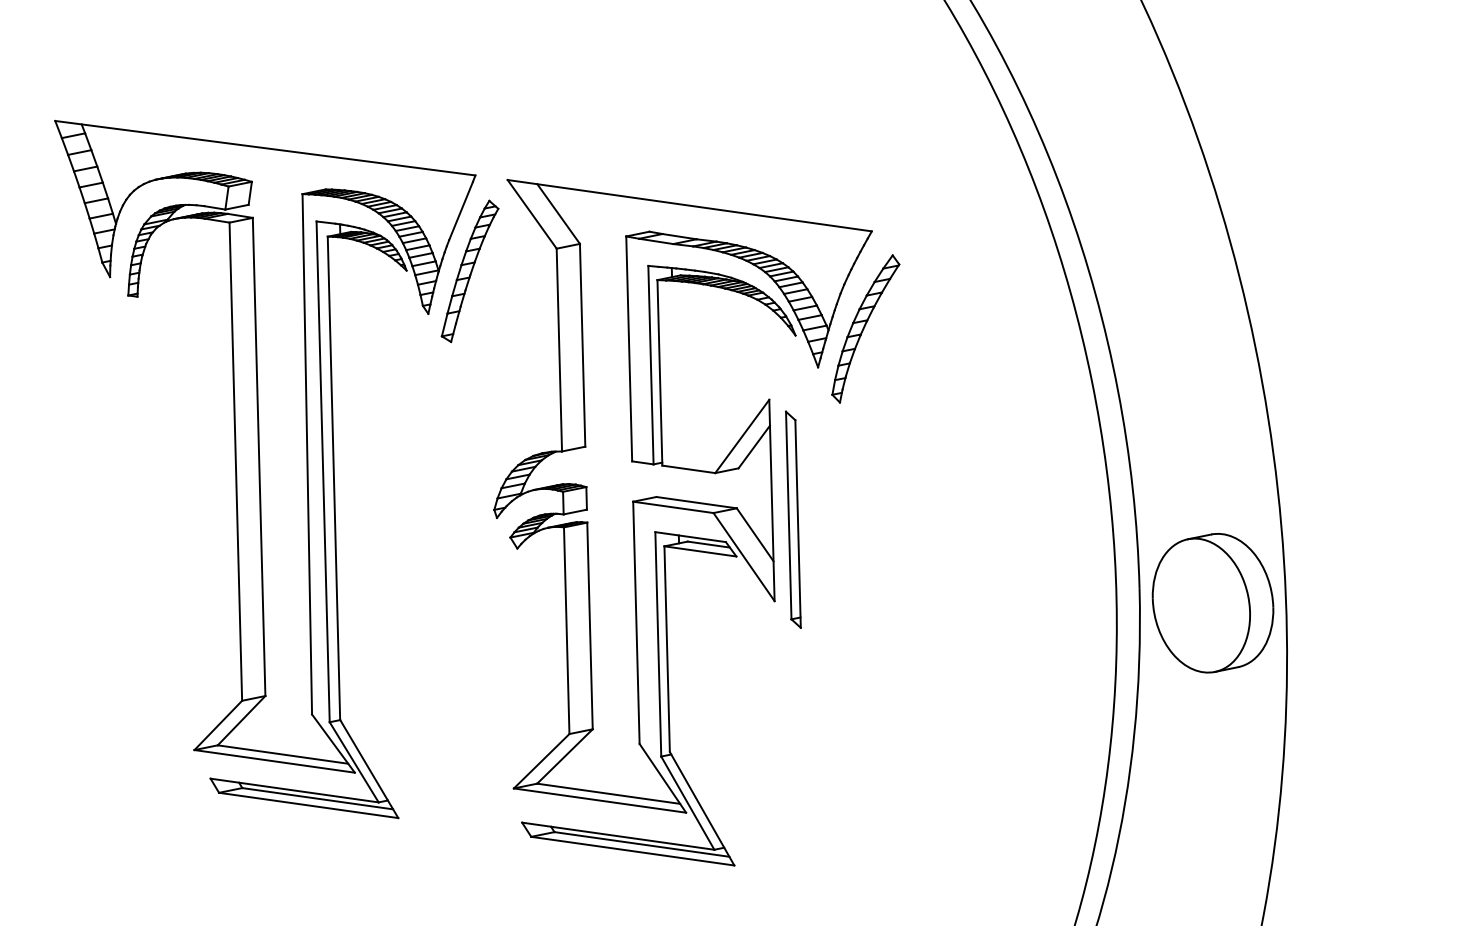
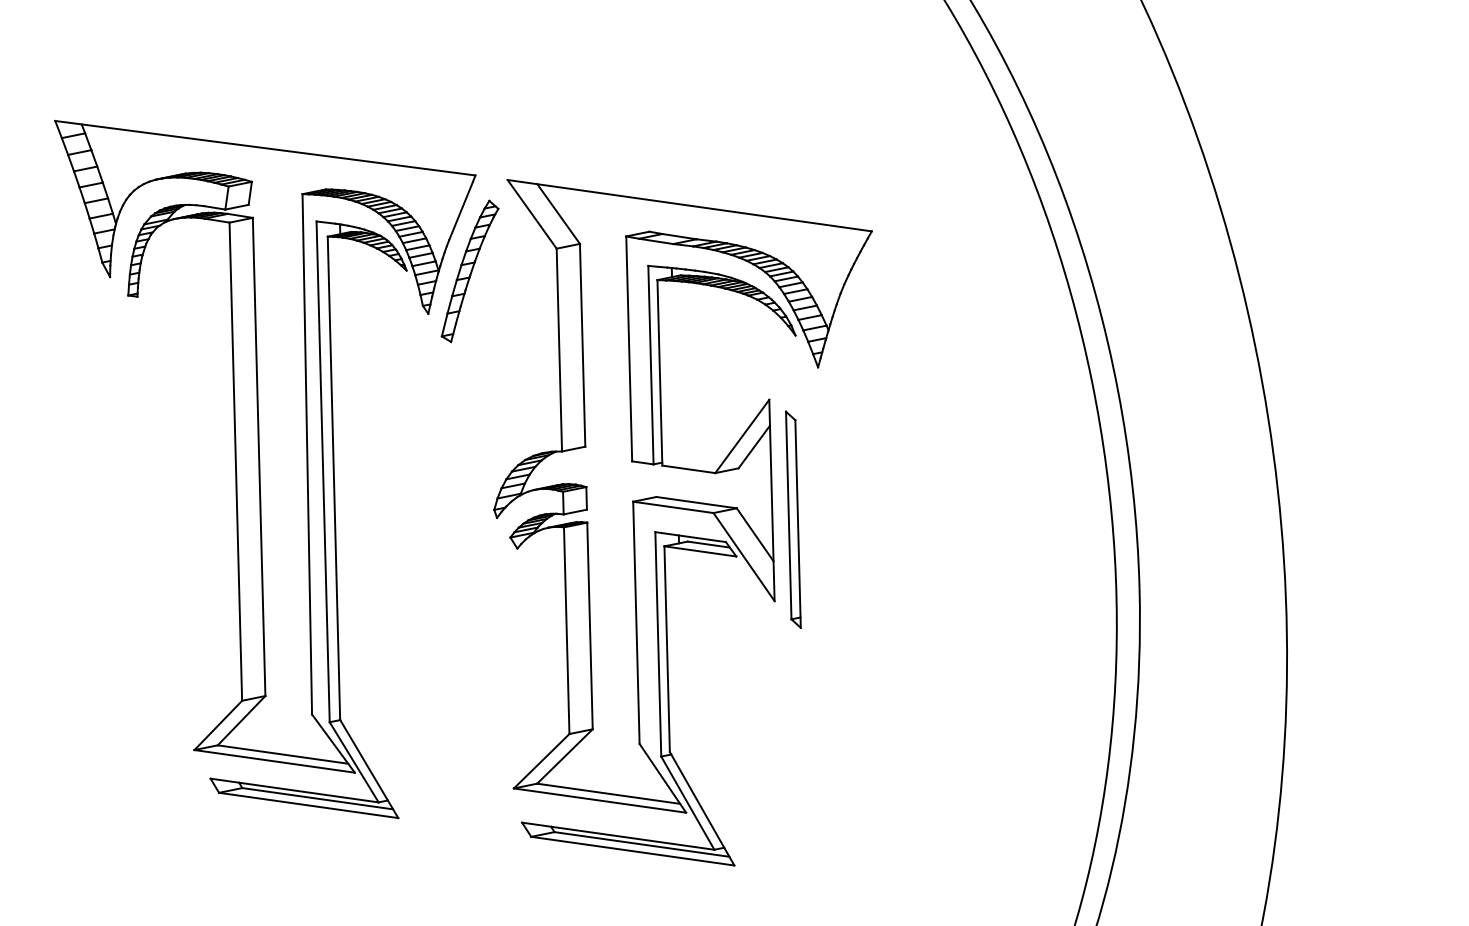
part at (865, 328): present -> none
part at (1212, 603): present -> none
